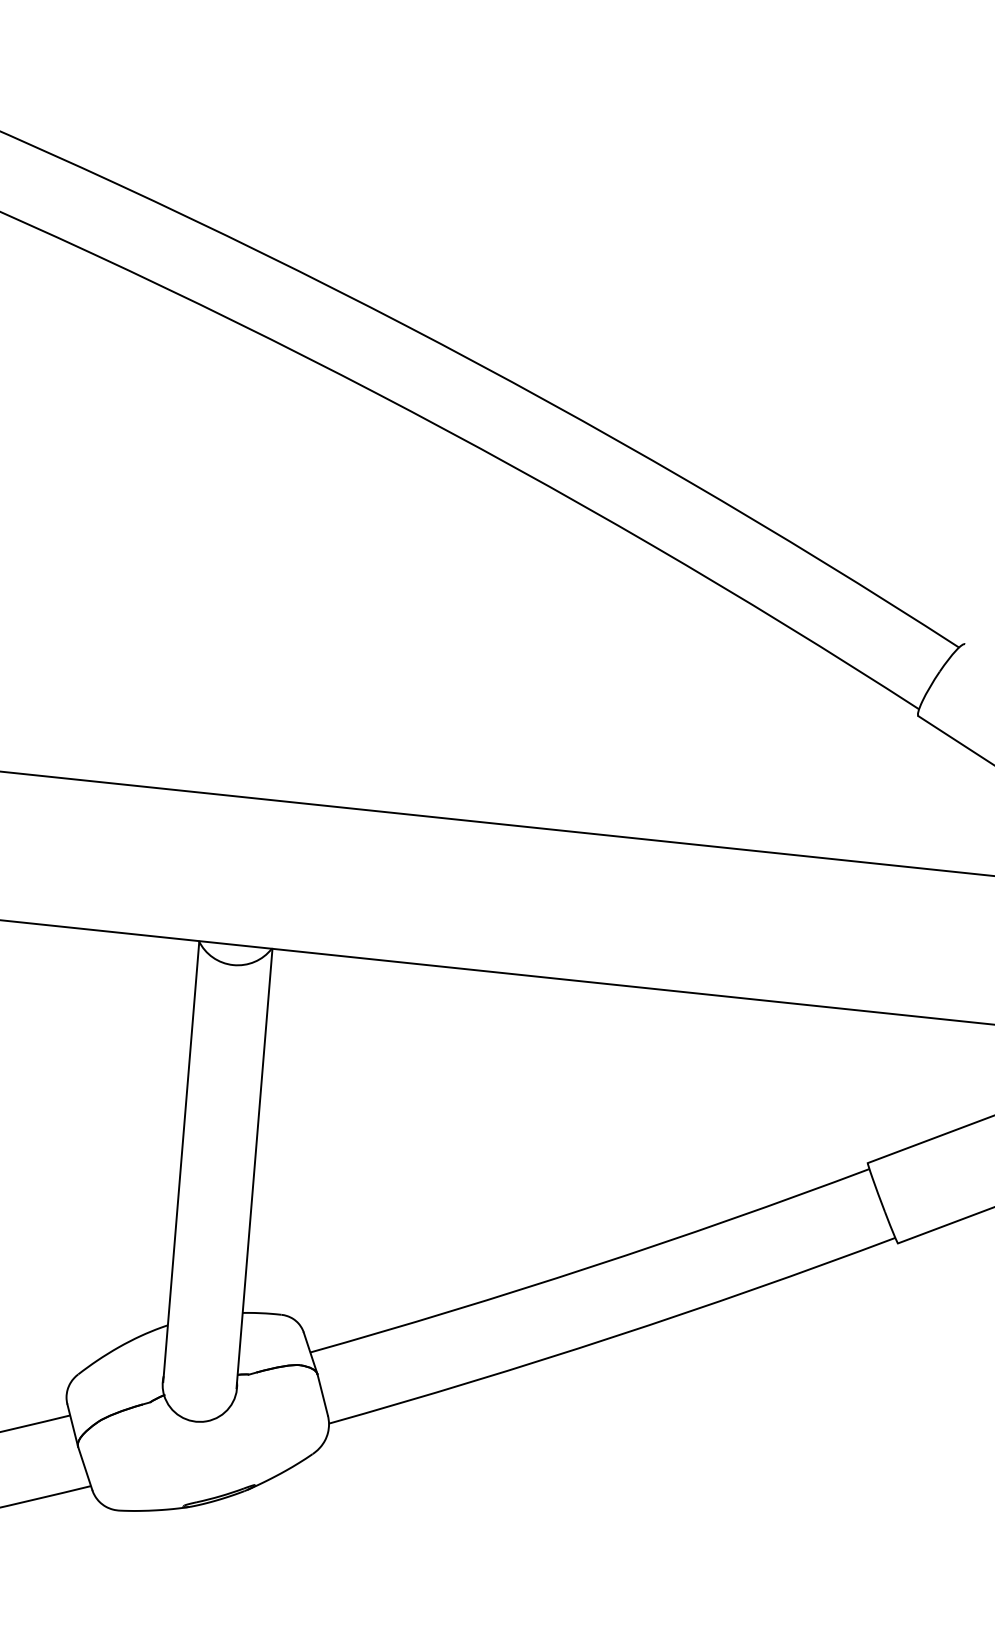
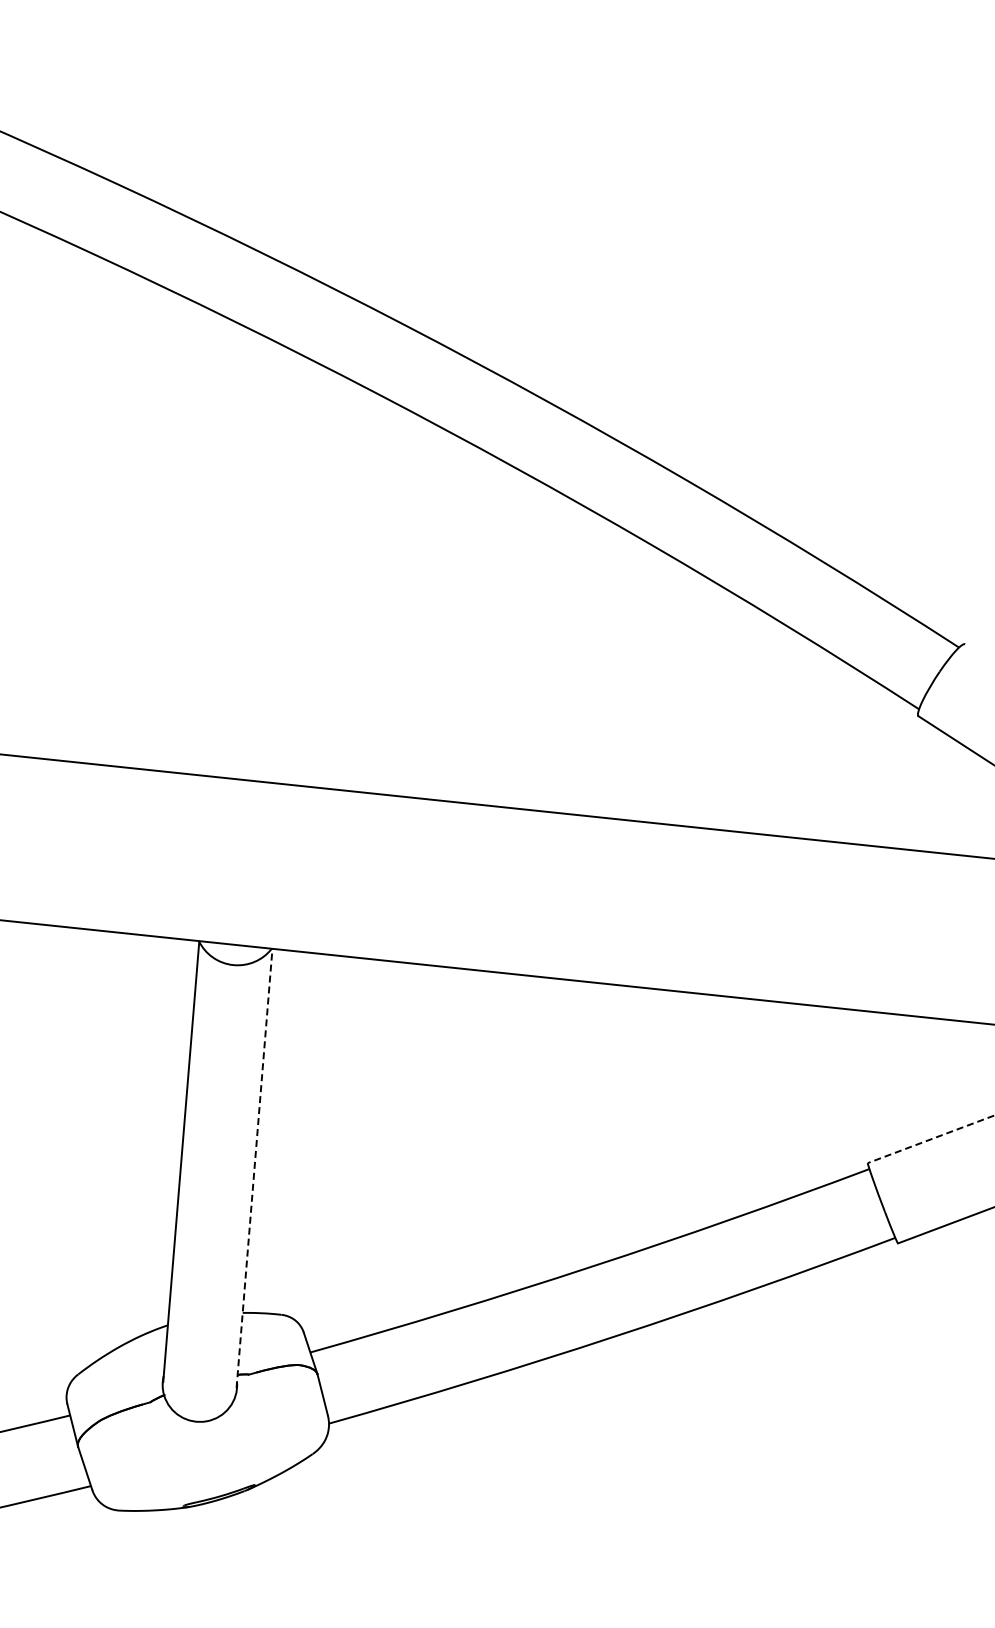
line at (496, 823) position: (496, 823) -> (496, 806)
line at (930, 1139): solid -> dashed
line at (254, 1168): solid -> dashed
